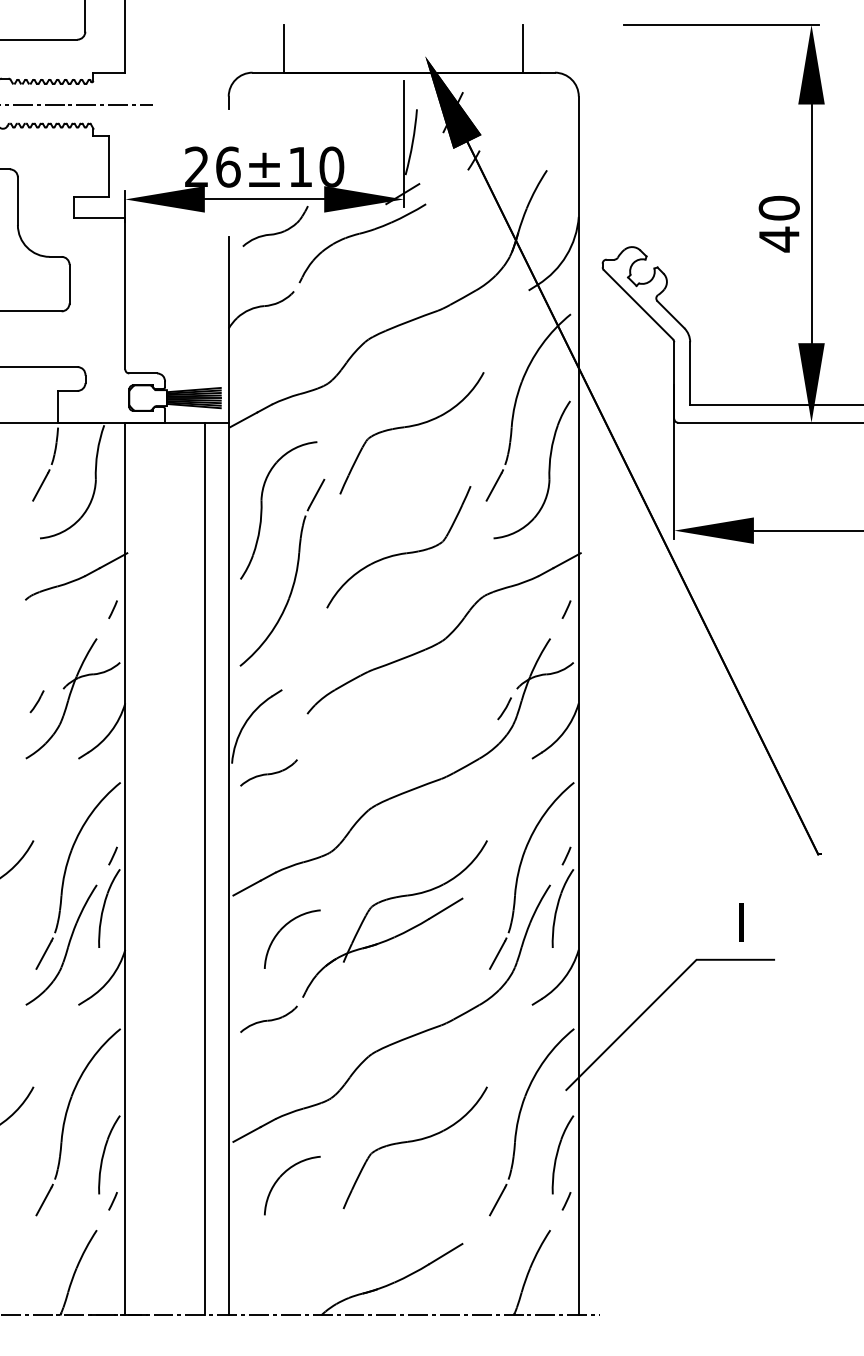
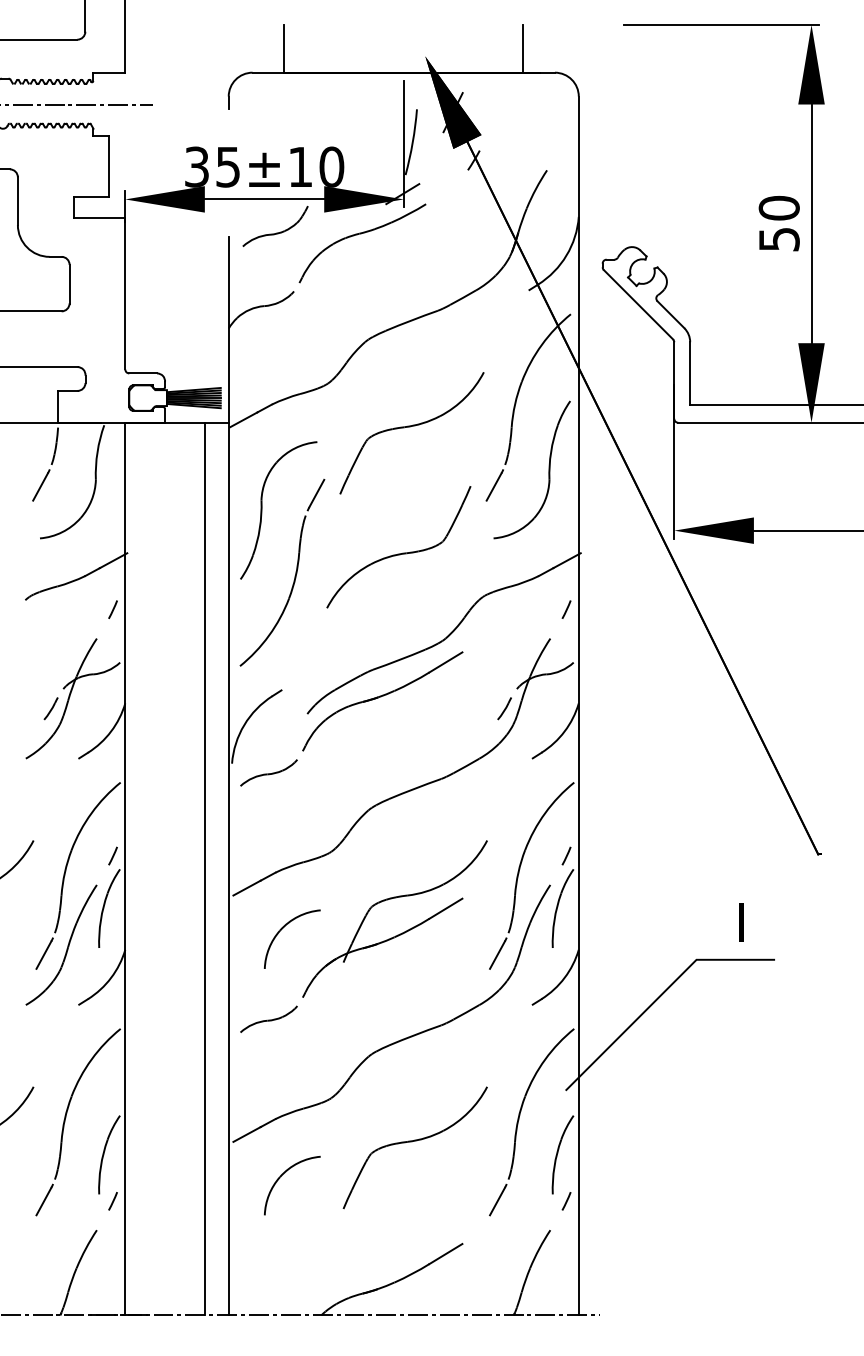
text at (212, 166): 26±10 -> 35±10
text at (779, 239): 40 -> 50
line at (37, 701) position: (37, 701) -> (51, 708)
part at (382, 701): none -> present
